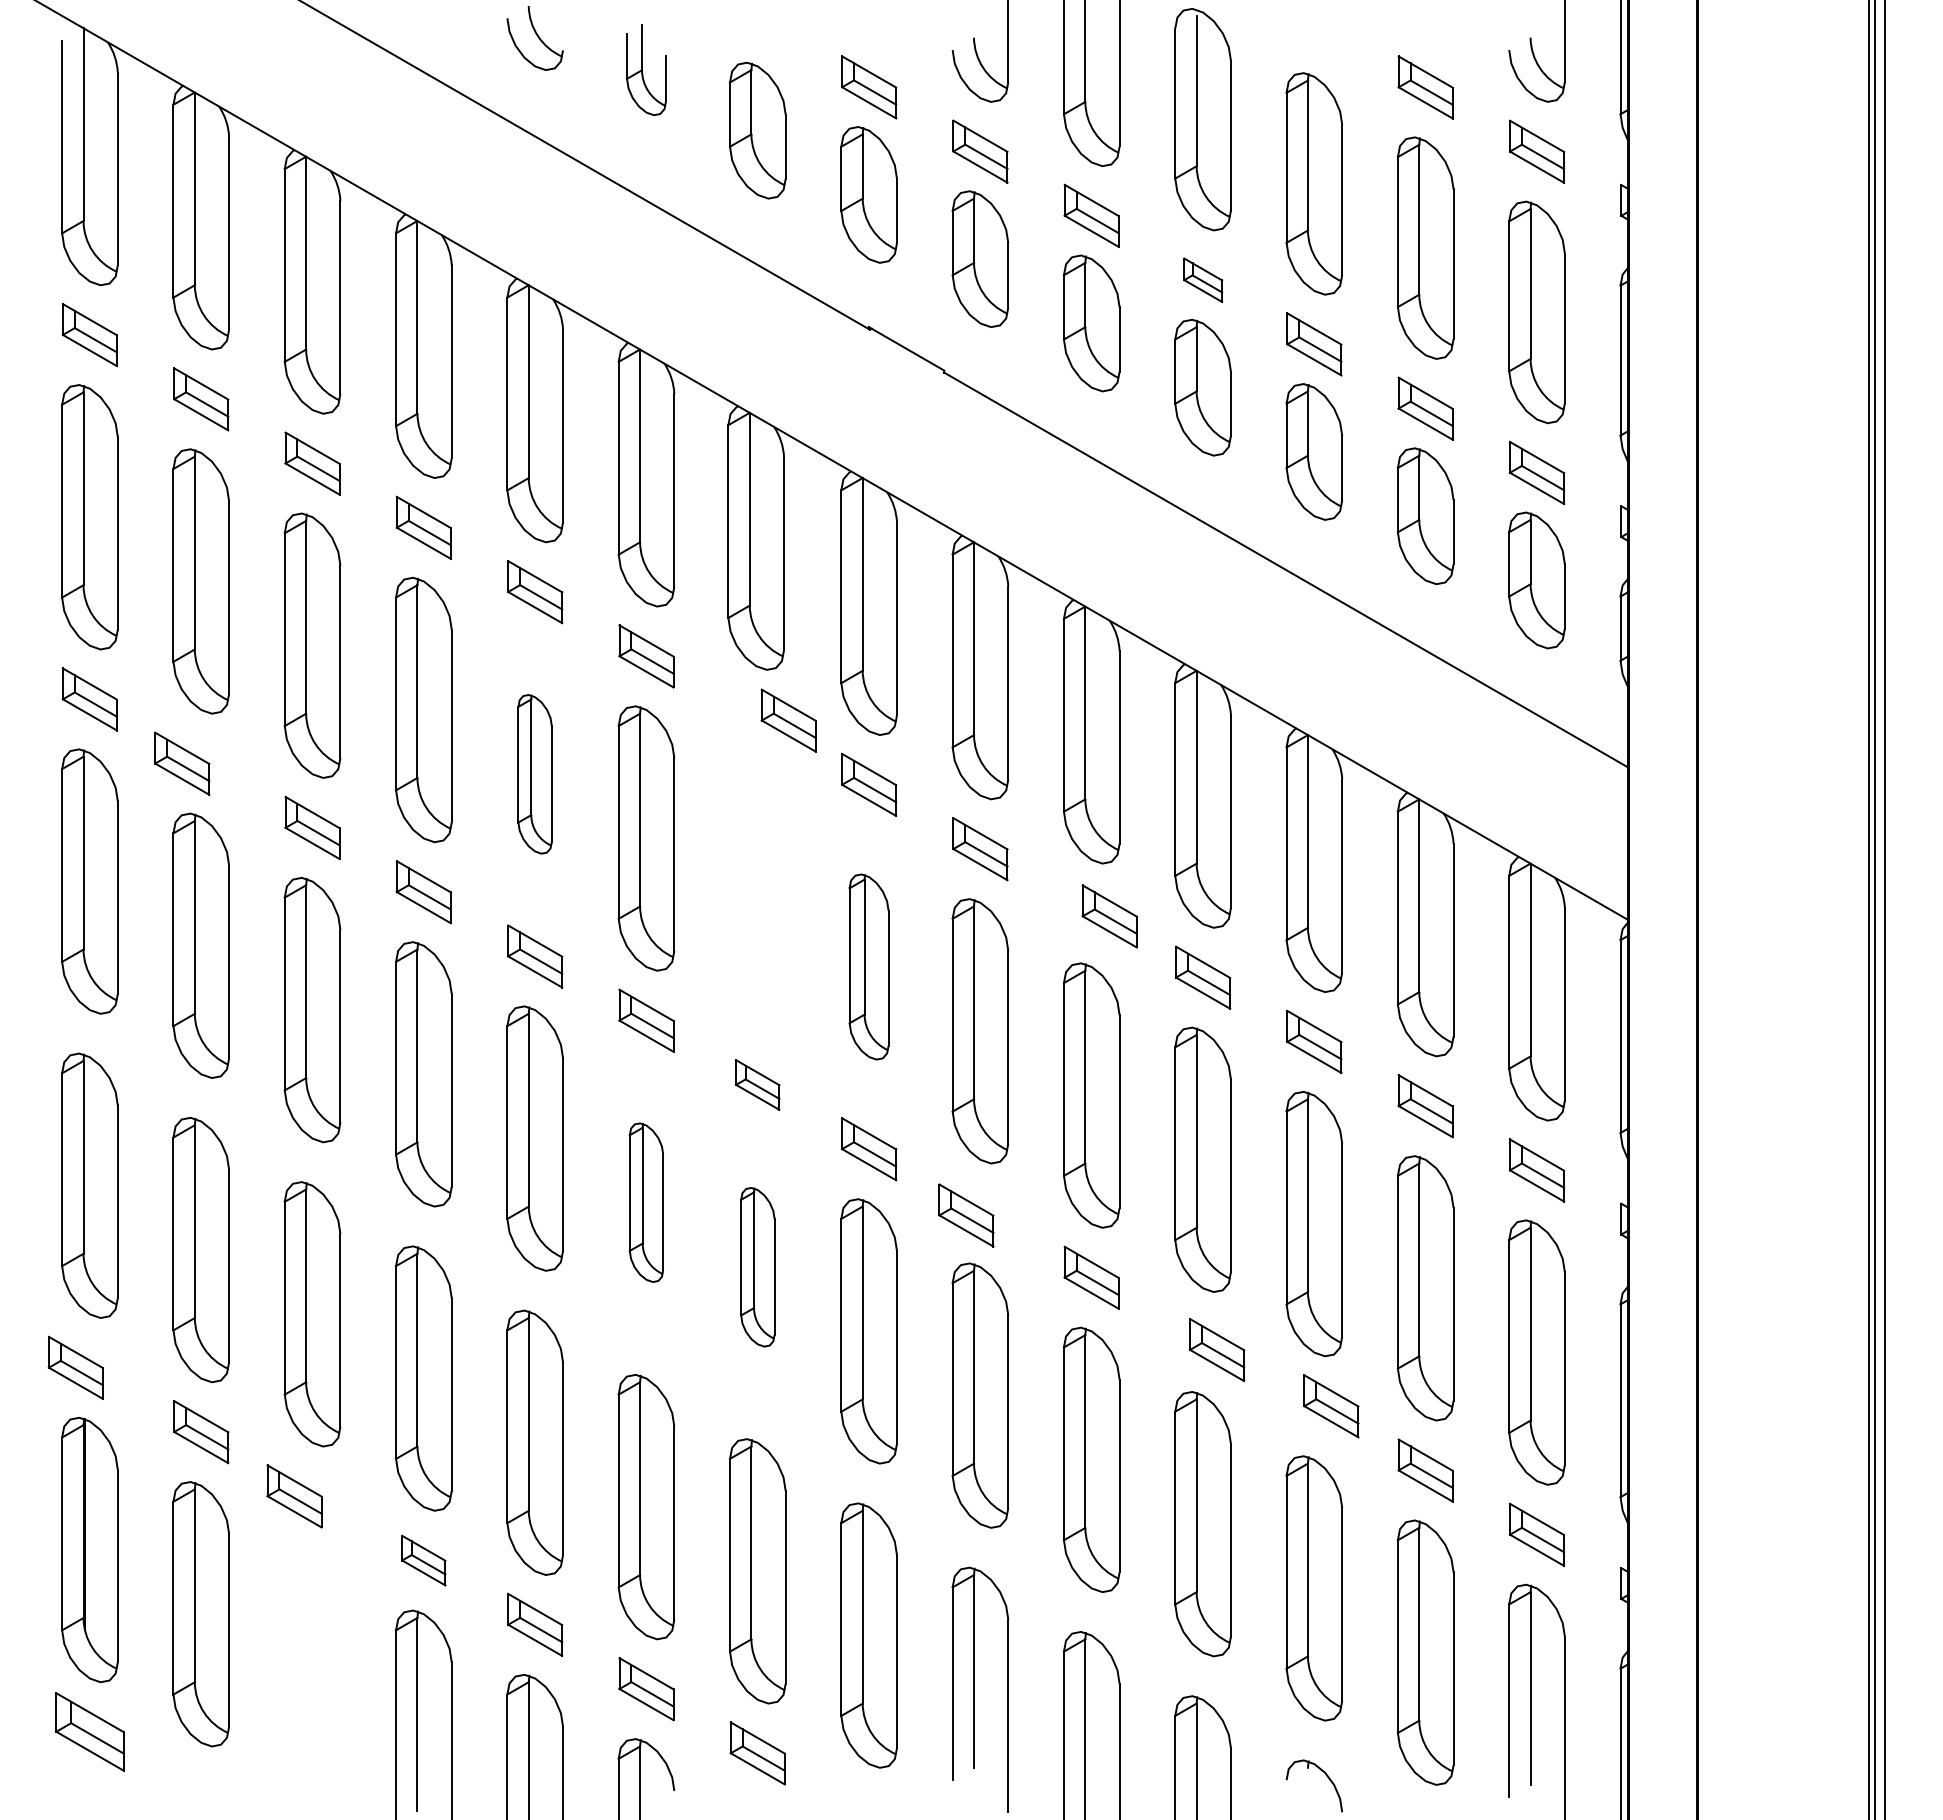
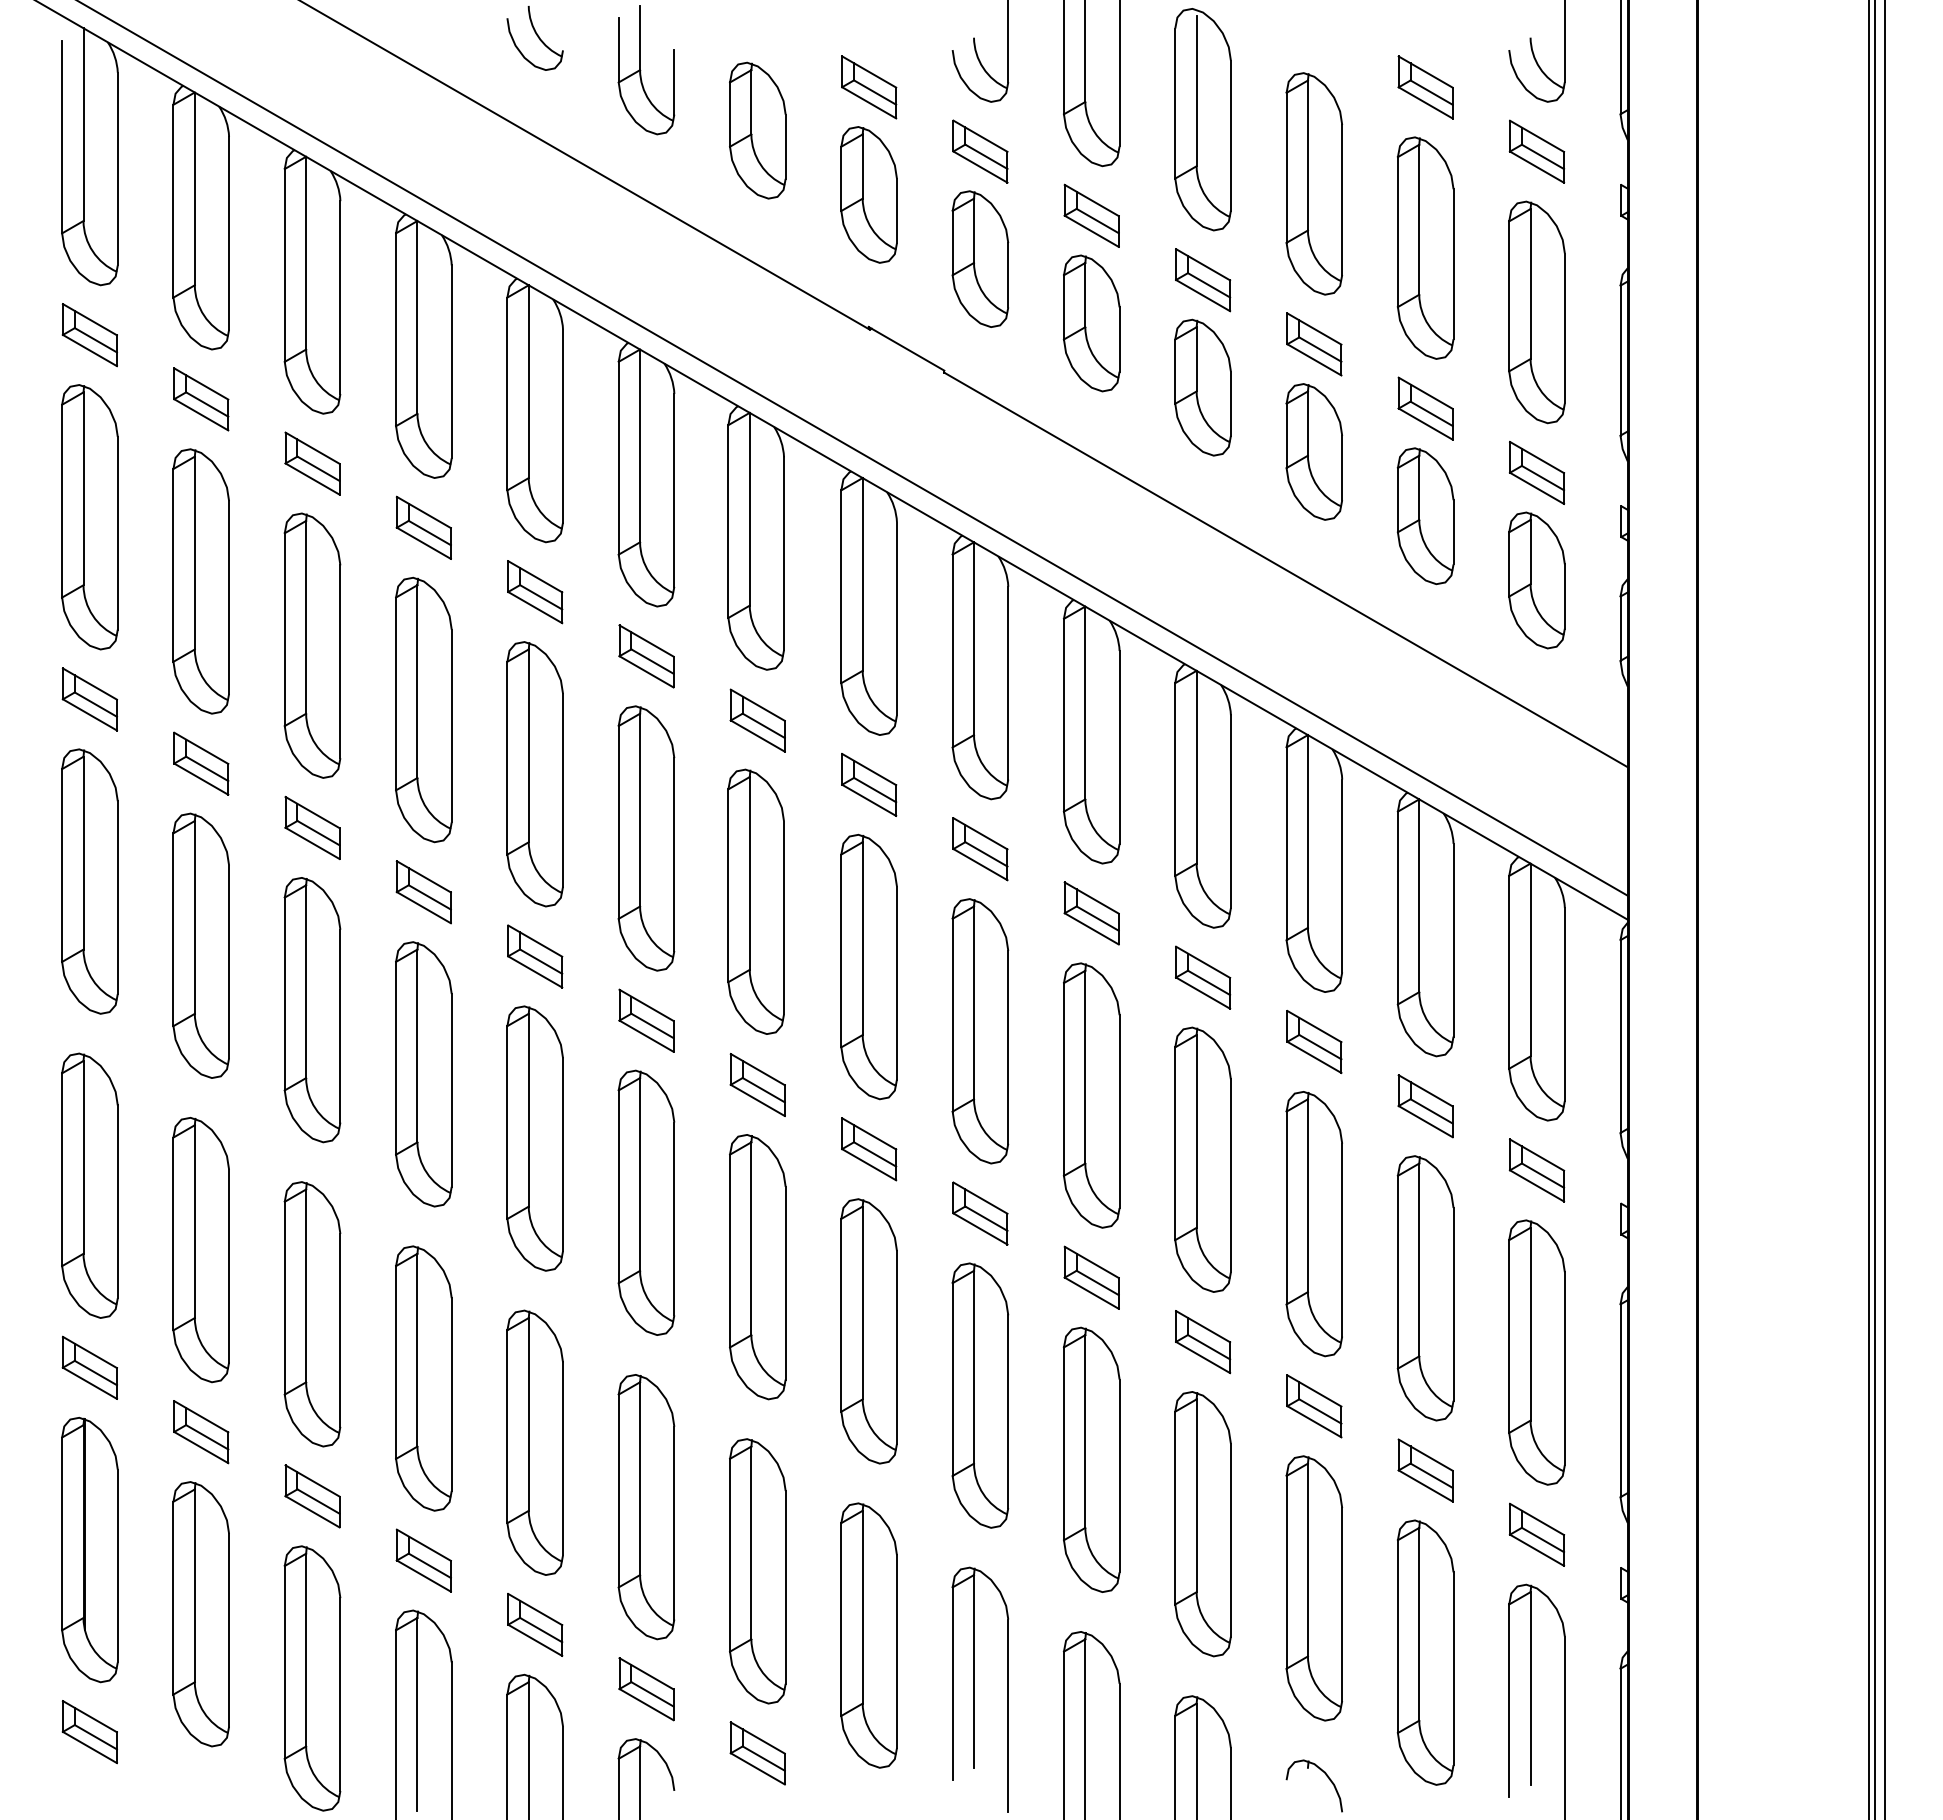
part at (646, 69) size: 41x92 px -> 59x131 px
part at (1203, 279) size: 41x46 px -> 57x65 px
line at (853, 448): none -> present
part at (788, 720) position: (788, 720) -> (757, 720)
part at (182, 763) position: (182, 763) -> (201, 763)
part at (534, 774) size: 36x161 px -> 58x267 px
part at (755, 901): none -> present
part at (1109, 916) position: (1109, 916) -> (1091, 913)
part at (868, 966) size: 42x188 px -> 58x268 px
part at (757, 1084) size: 46x52 px -> 57x64 px
part at (645, 1202) size: 36x161 px -> 59x267 px
part at (966, 1215) position: (966, 1215) -> (980, 1213)
part at (757, 1267) size: 36x161 px -> 58x267 px
part at (1217, 1350) position: (1217, 1350) -> (1203, 1342)
part at (75, 1367) position: (75, 1367) -> (89, 1367)
part at (1331, 1406) position: (1331, 1406) -> (1314, 1406)
part at (294, 1496) position: (294, 1496) -> (312, 1496)
part at (423, 1560) size: 46x53 px -> 57x65 px
part at (312, 1678): none -> present
part at (89, 1731) size: 70x80 px -> 57x65 px
